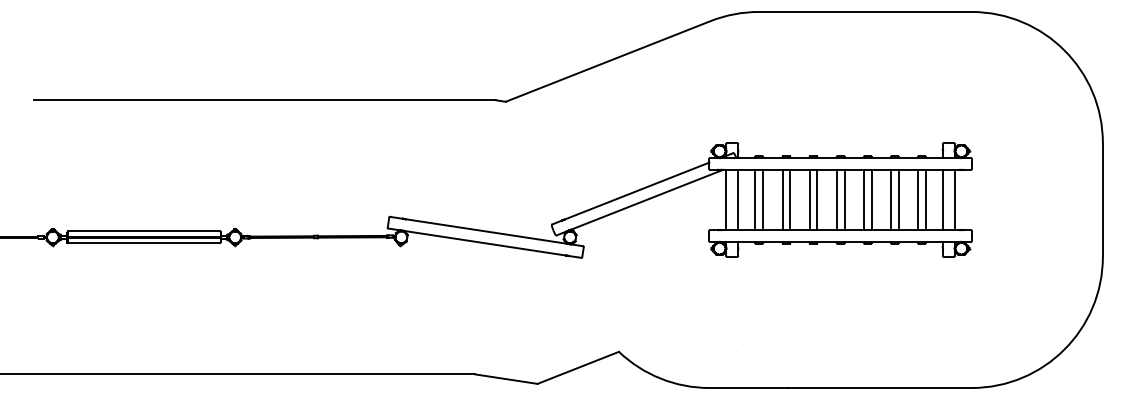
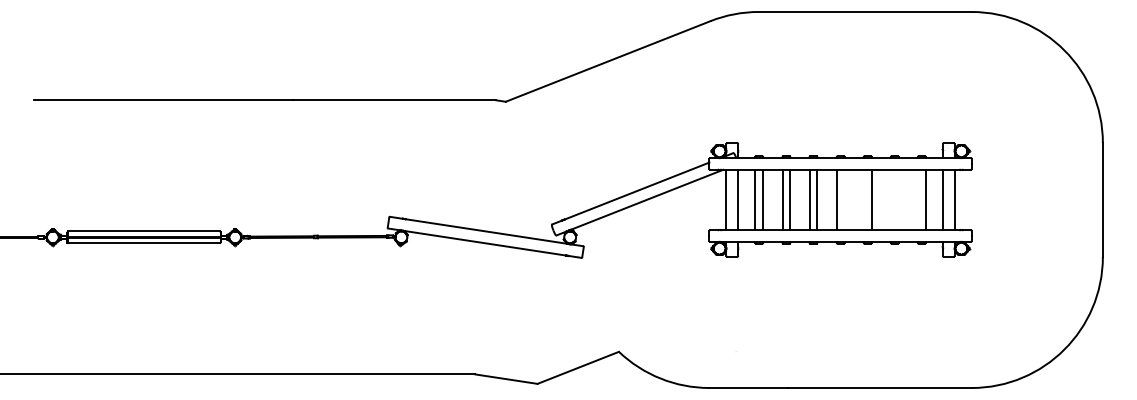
line at (844, 199): present -> none
line at (863, 199): present -> none
line at (890, 199): present -> none
line at (898, 199): present -> none
line at (917, 199): present -> none
